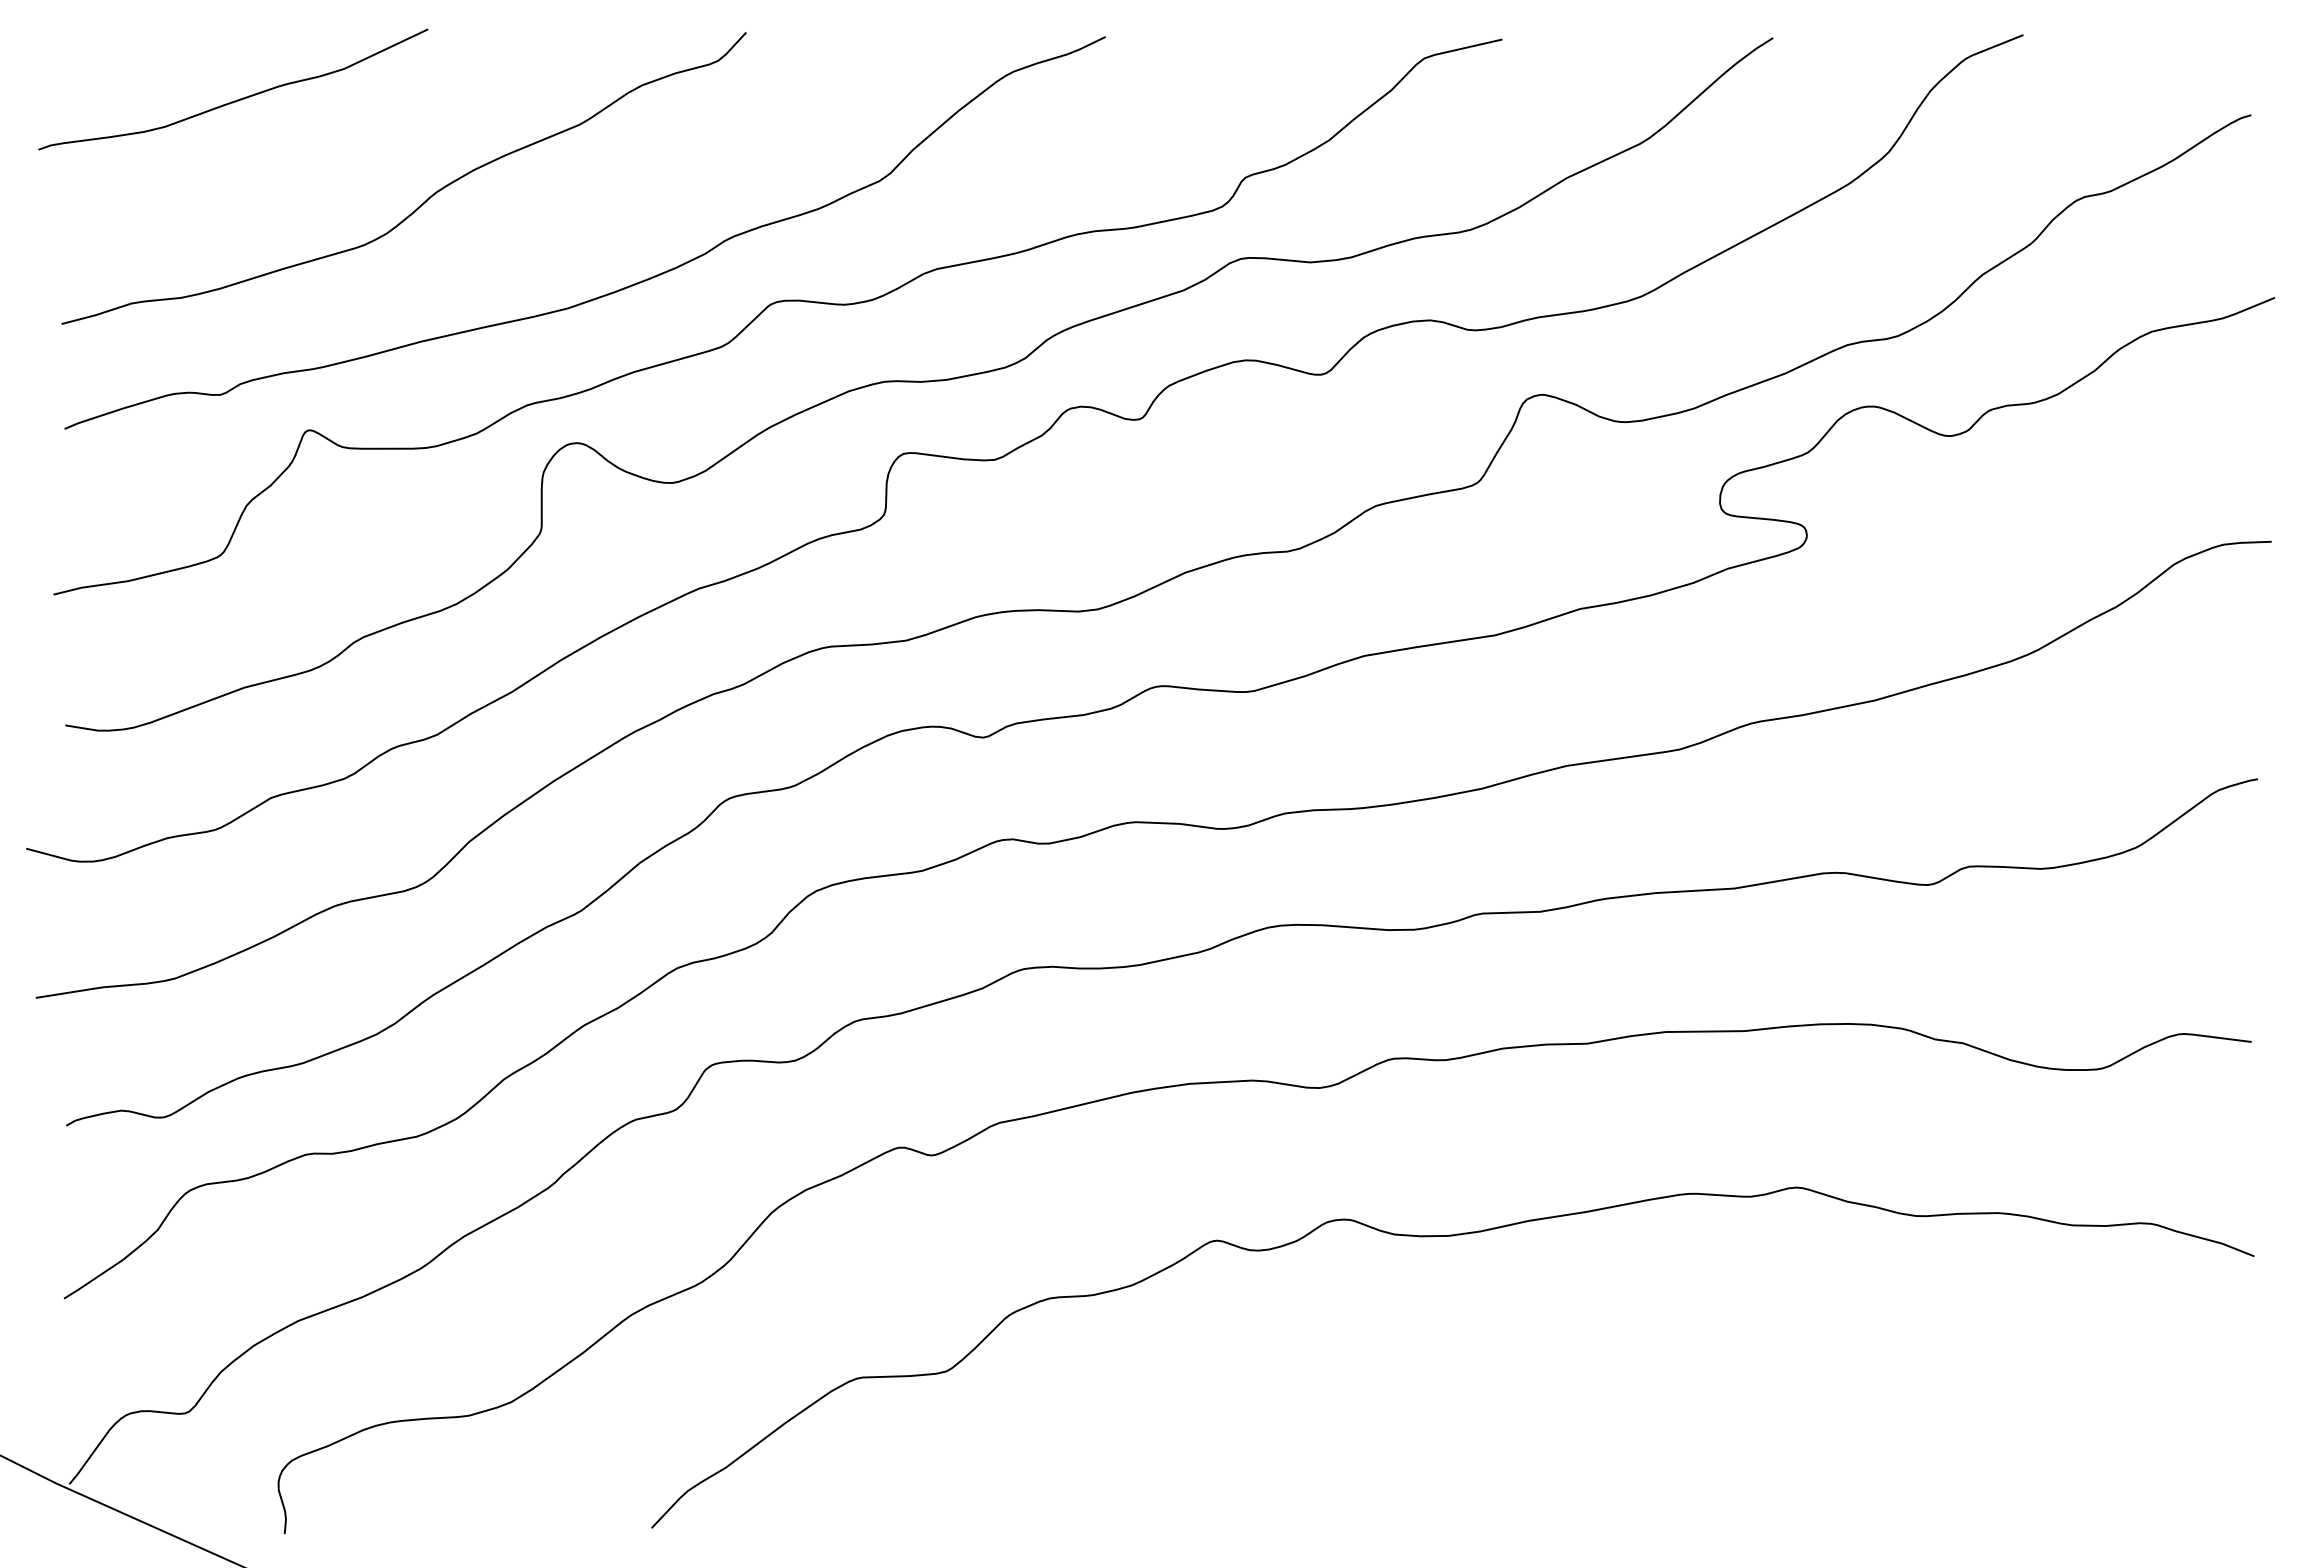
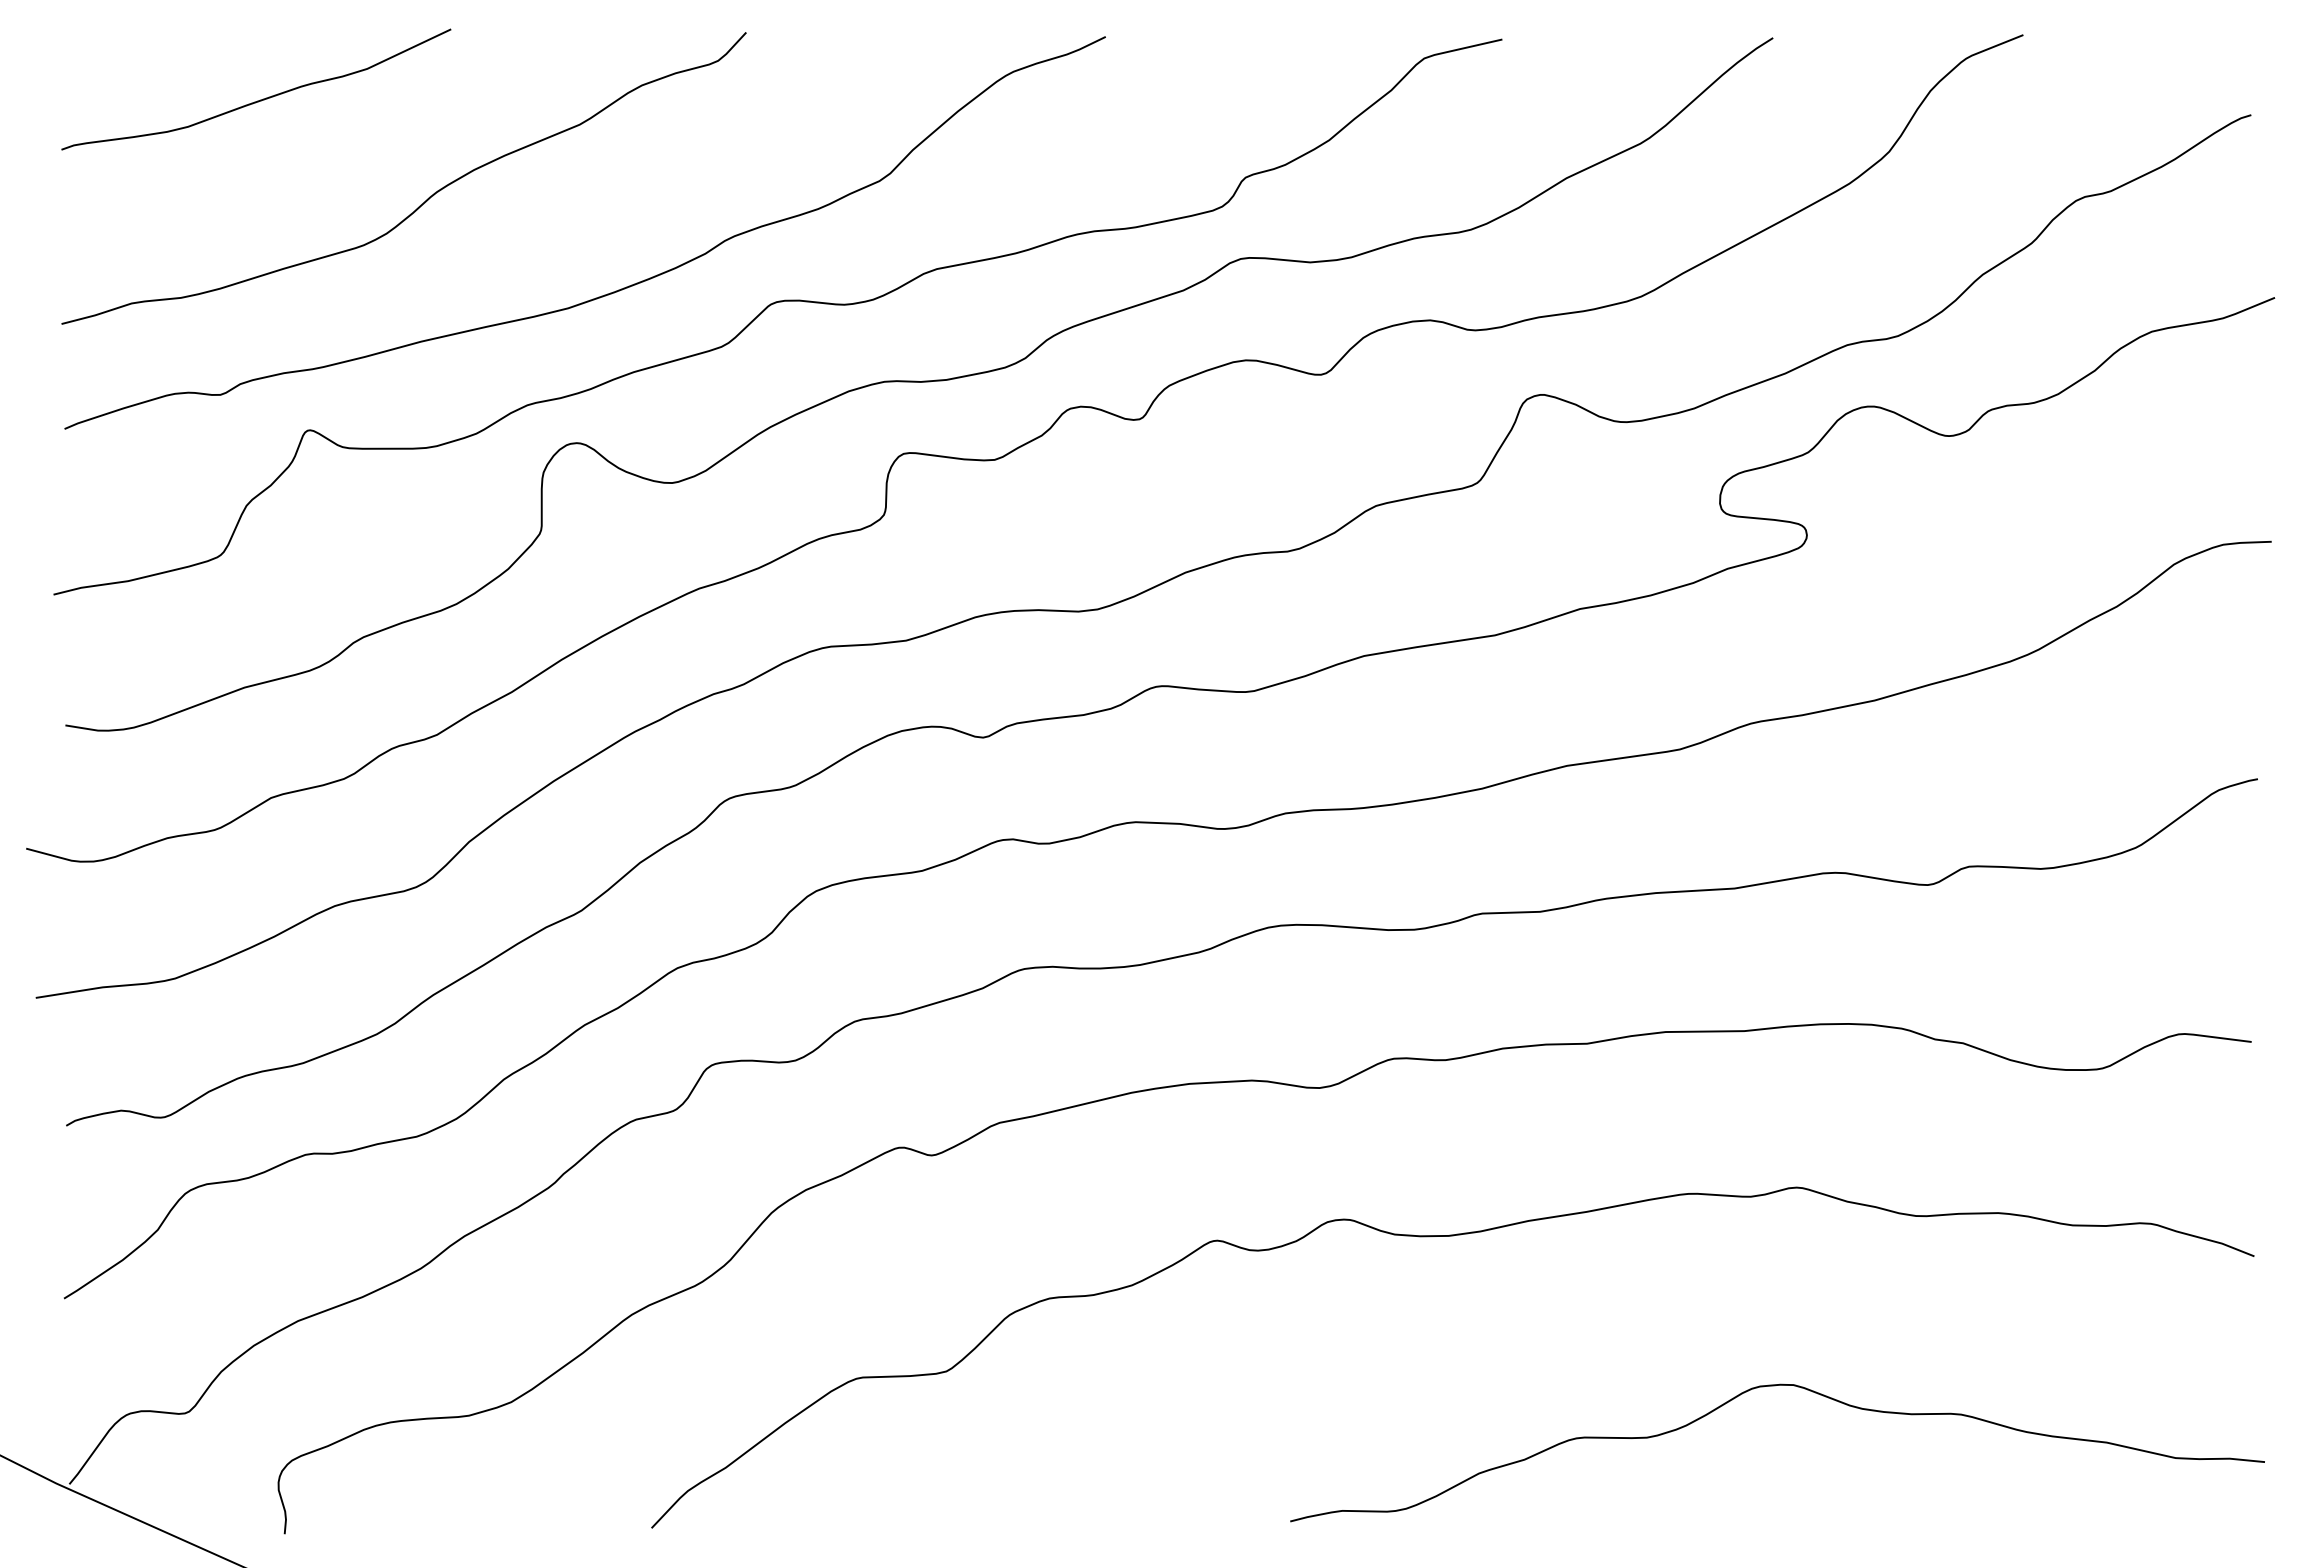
curve at (237, 99) position: (237, 99) -> (260, 99)
curve at (1775, 1386): none -> present
